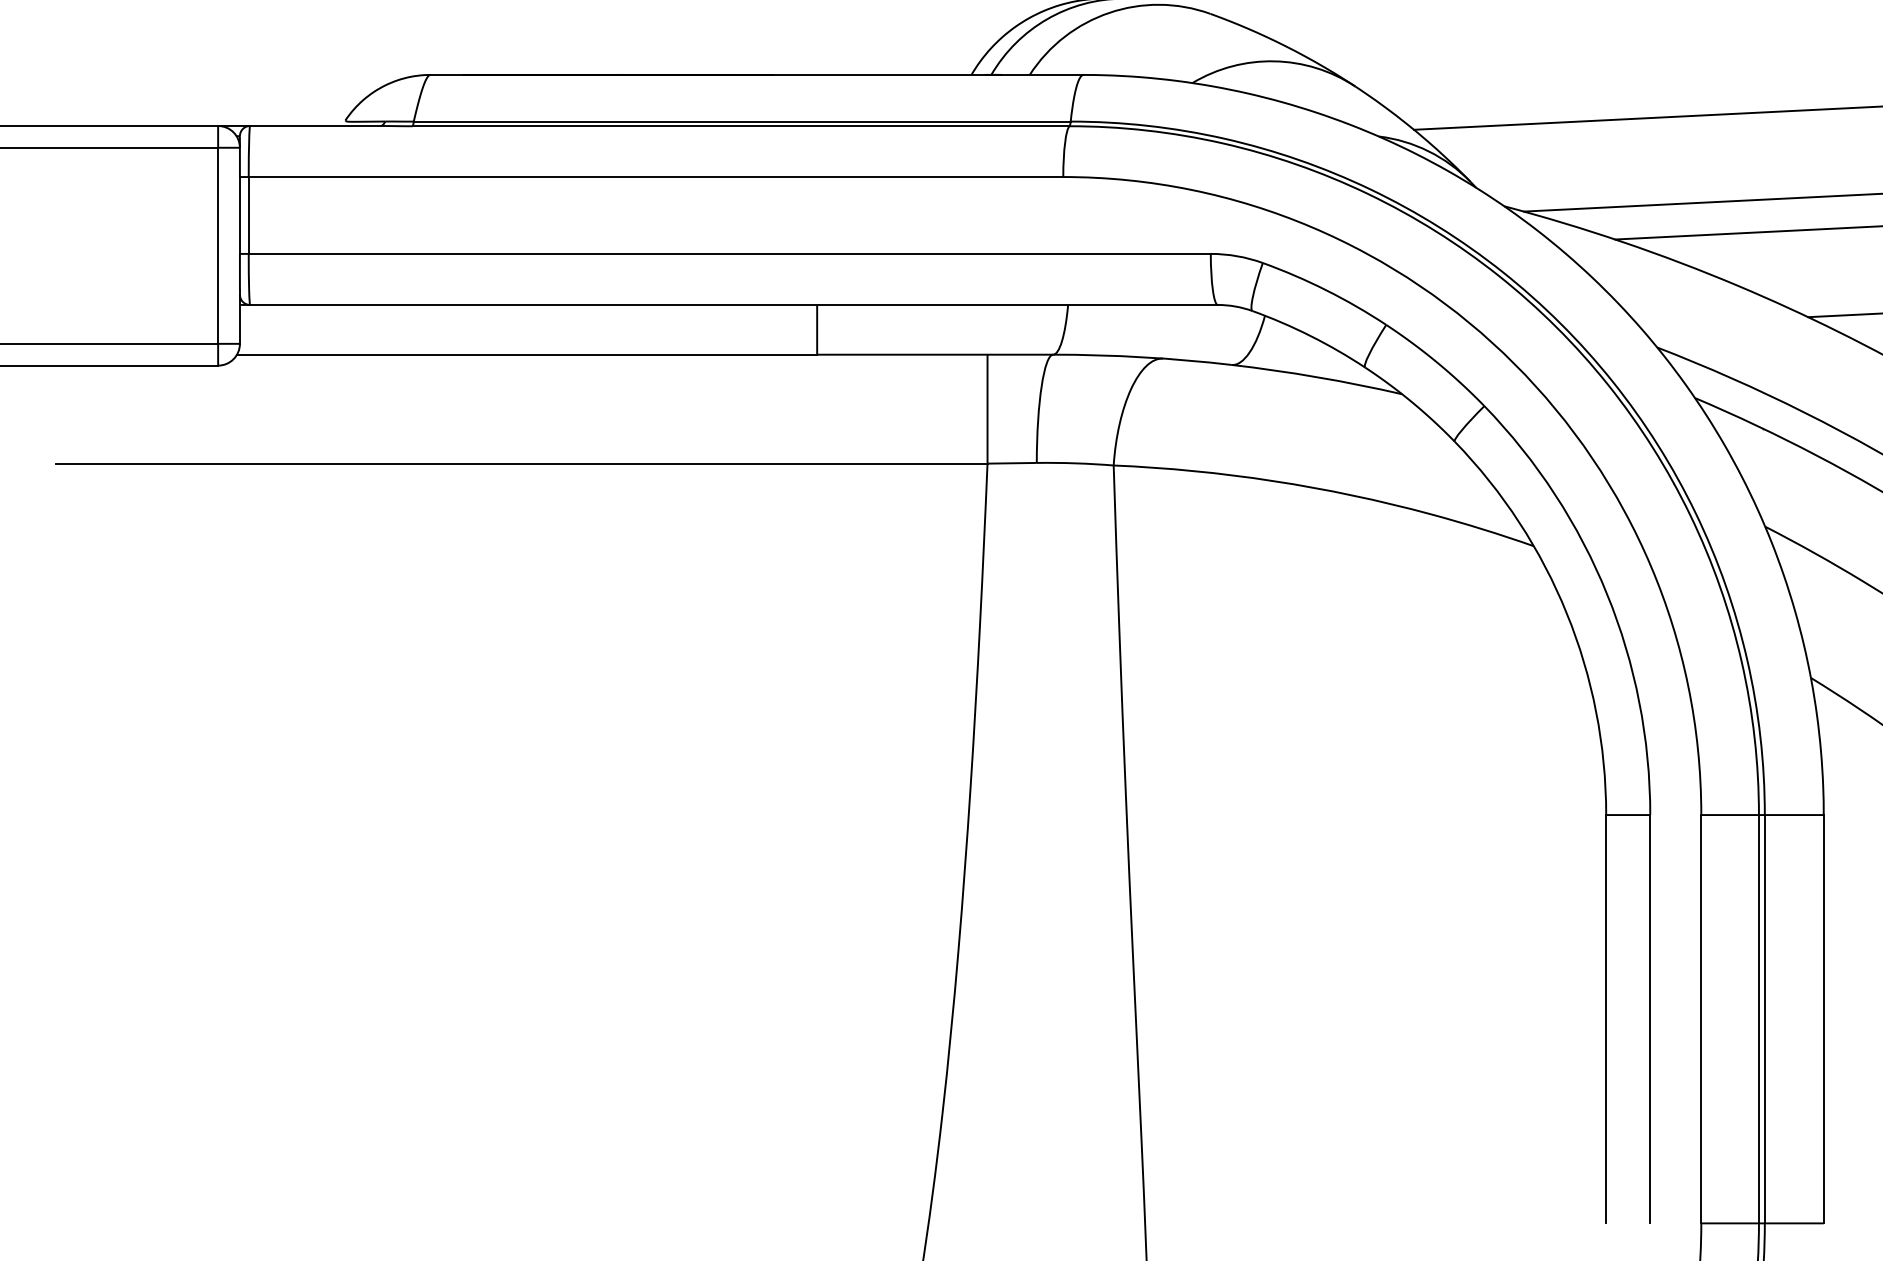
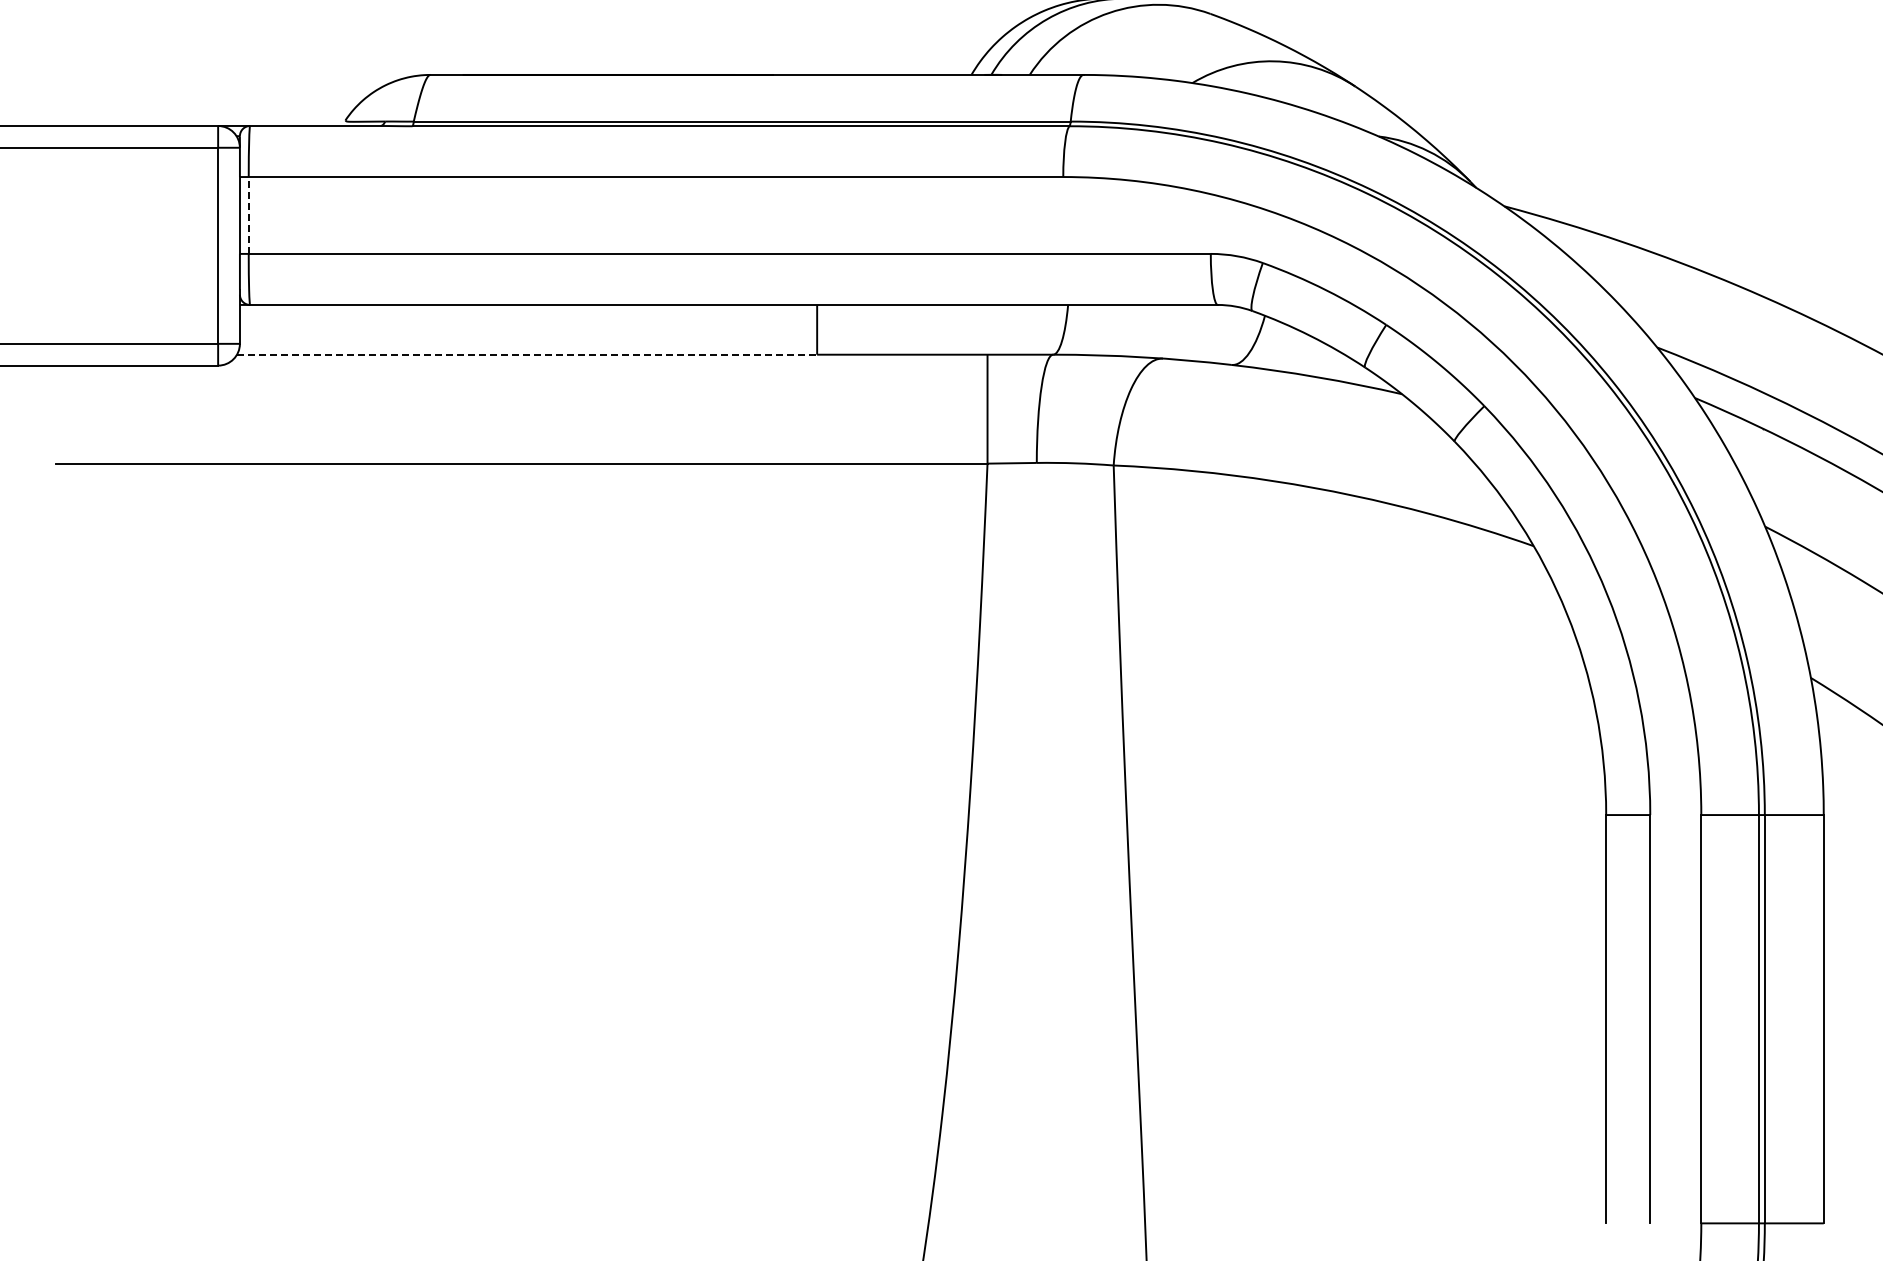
line at (1646, 117): present -> none
line at (1701, 202): present -> none
line at (248, 214): solid -> dashed
line at (1747, 232): present -> none
line at (1843, 315): present -> none
line at (527, 354): solid -> dashed
